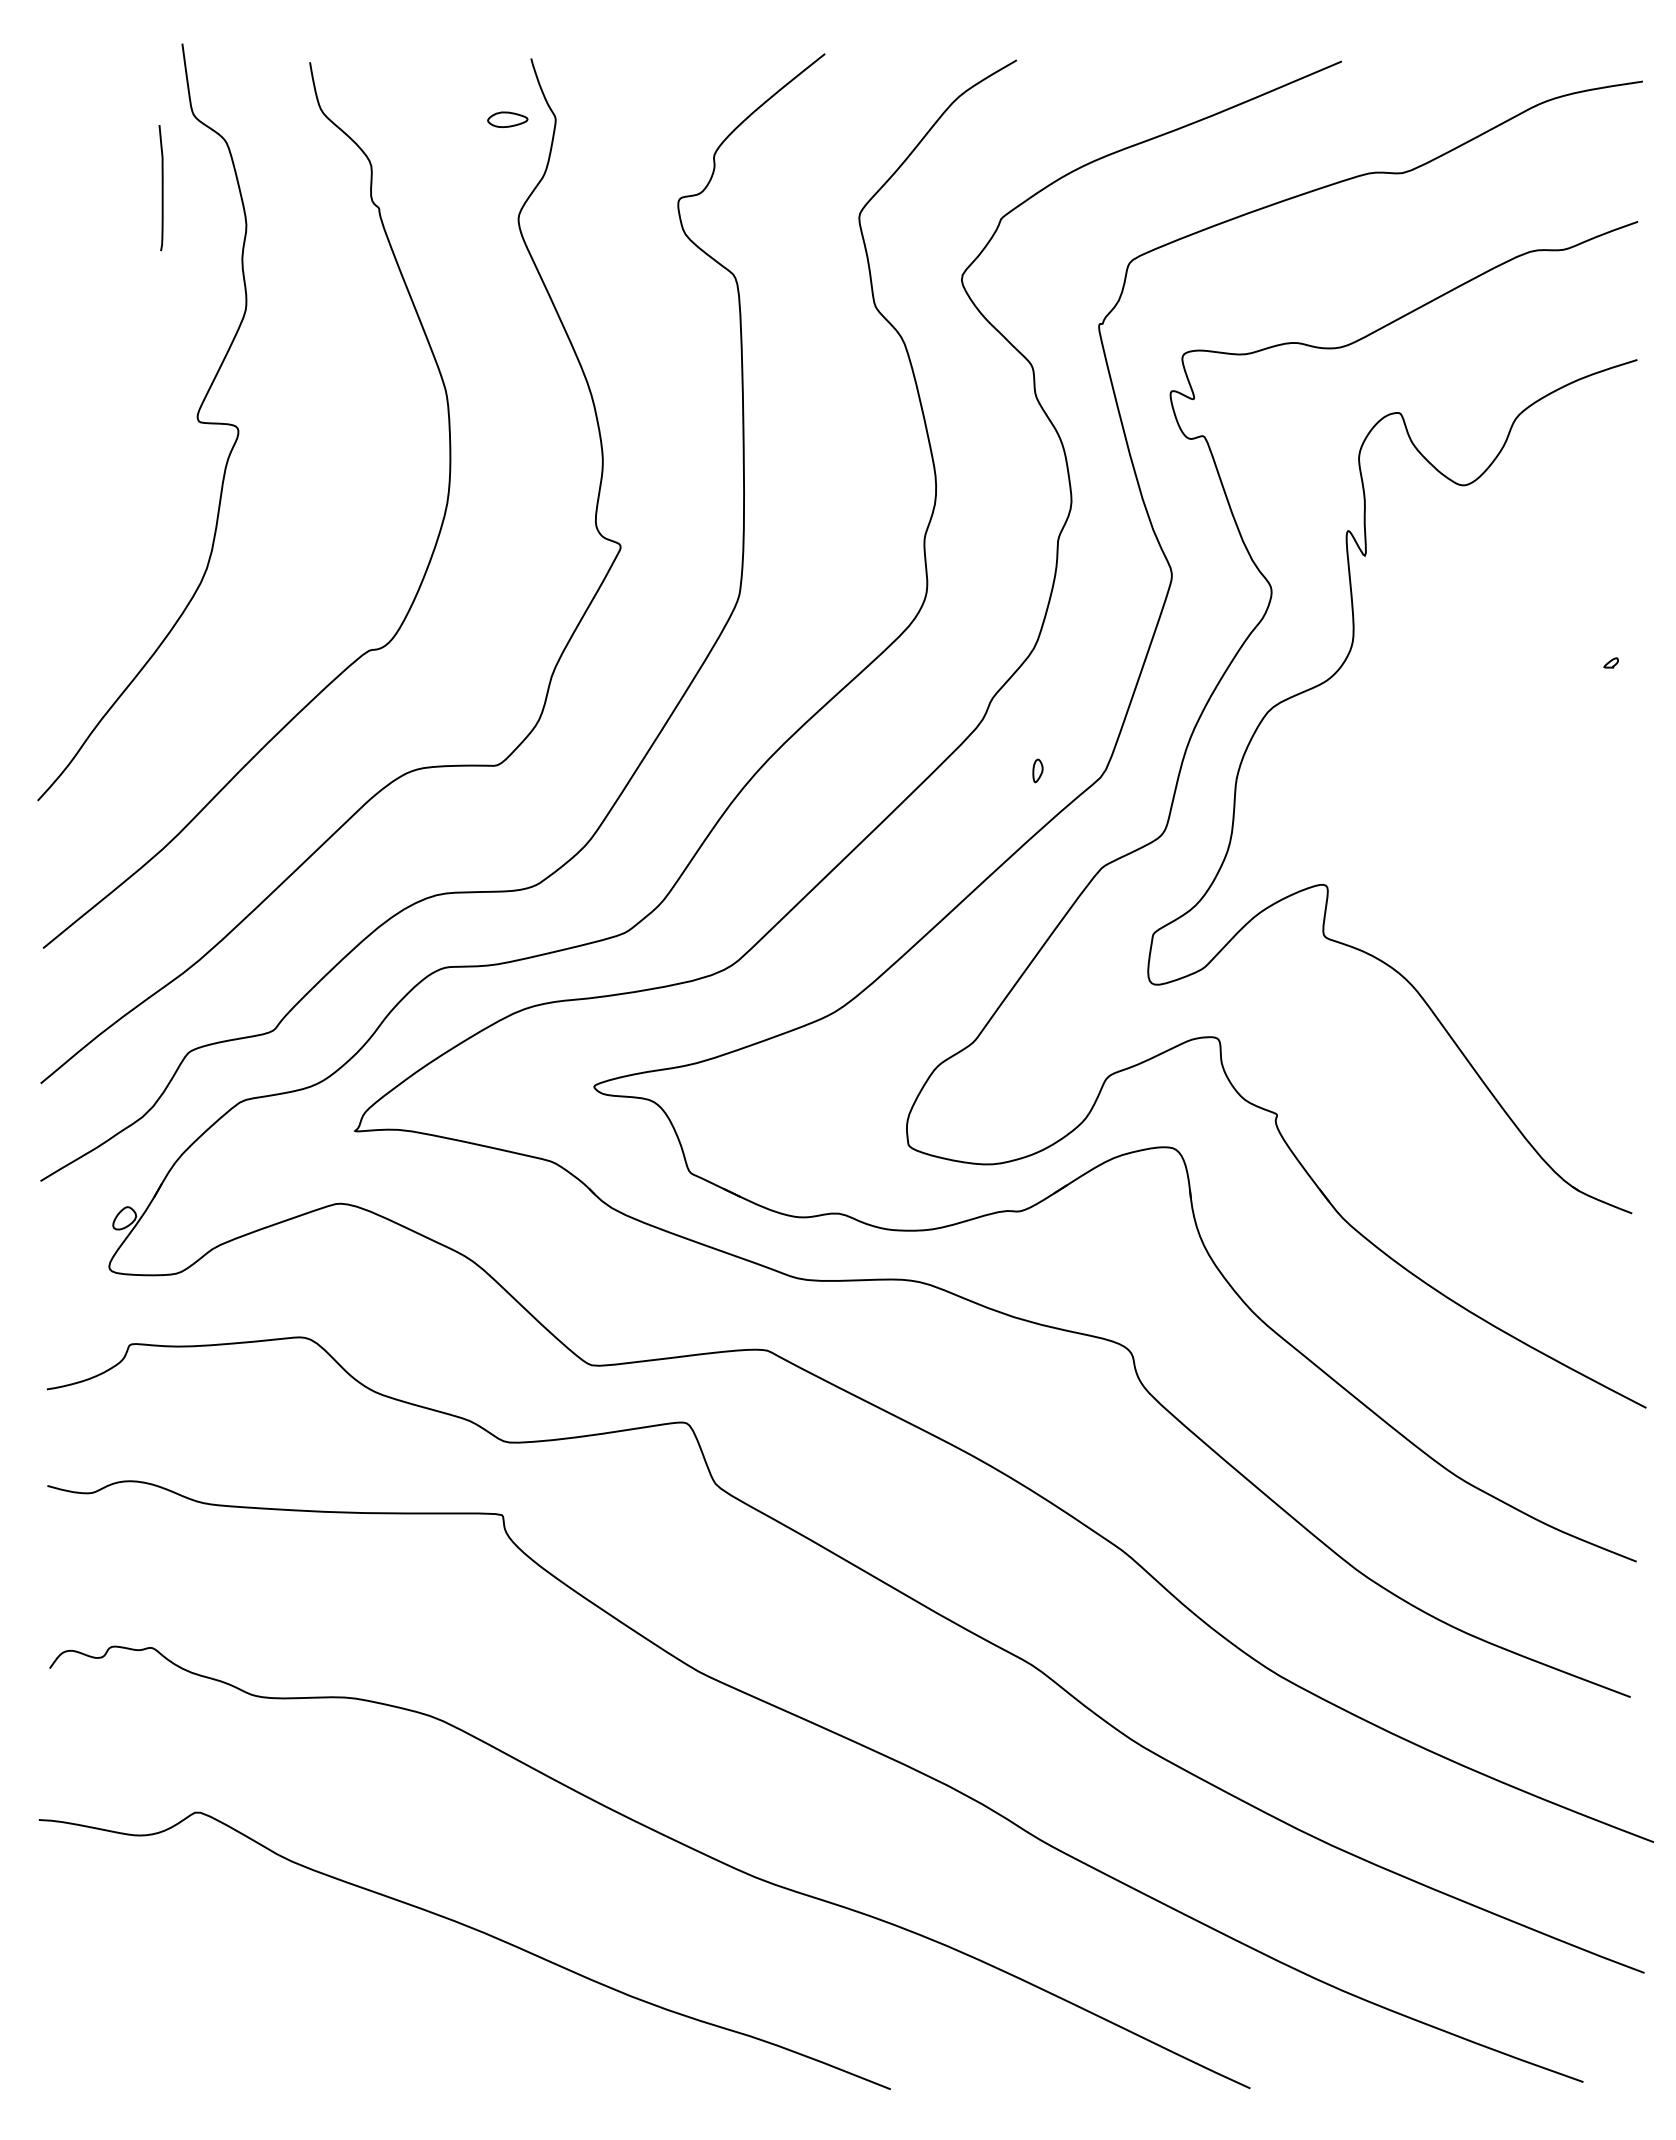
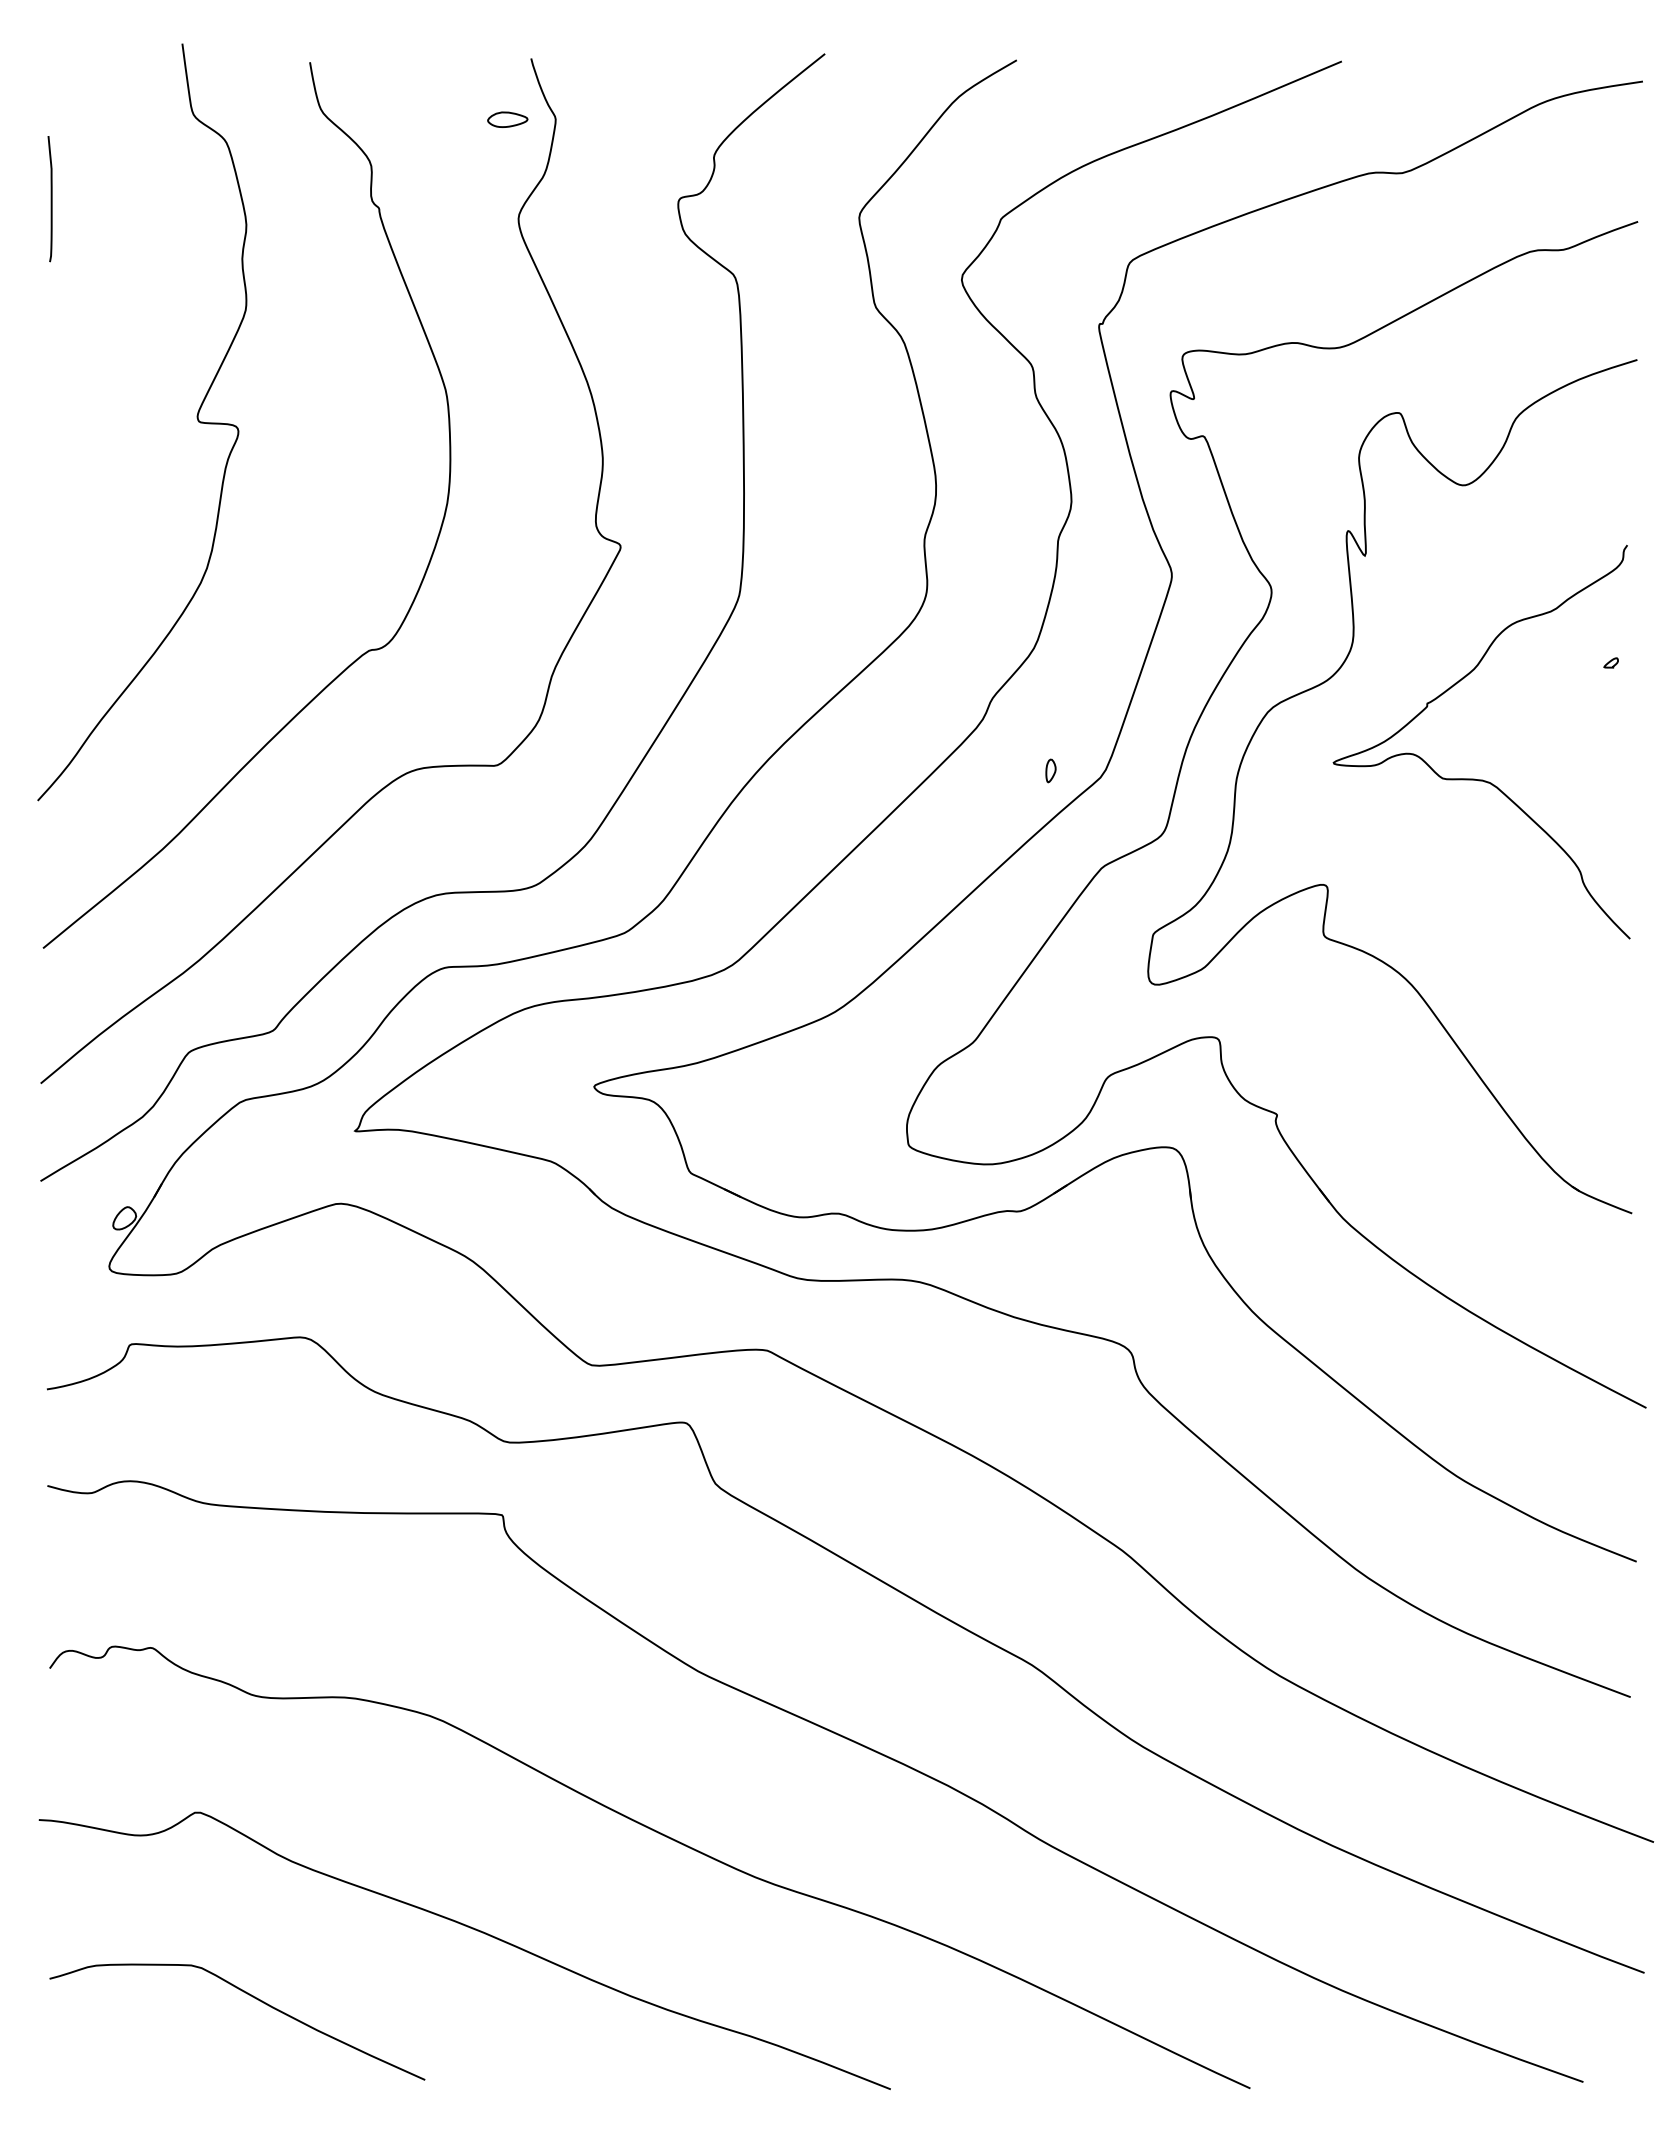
curve at (161, 188) position: (161, 188) -> (50, 199)
part at (1037, 770) position: (1037, 770) -> (1050, 770)
curve at (1474, 778): none -> present
curve at (250, 1996): none -> present
